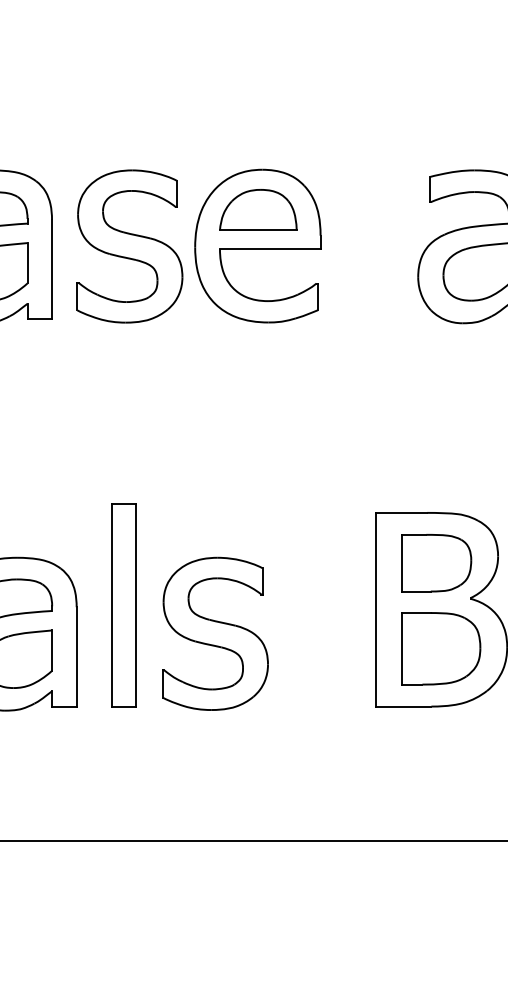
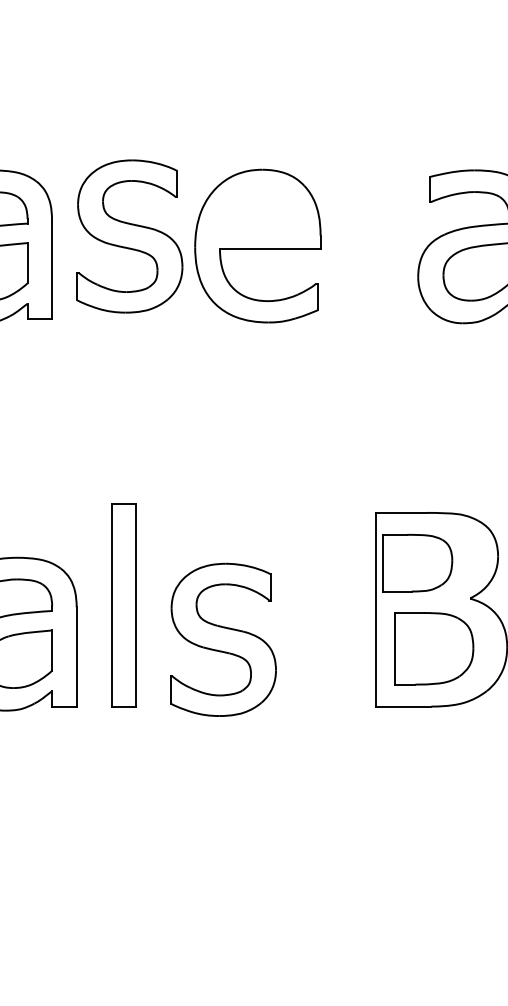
part at (258, 209): present -> none
part at (129, 246) position: (129, 246) -> (129, 236)
part at (436, 563) position: (436, 563) -> (417, 563)
part at (215, 633) position: (215, 633) -> (223, 639)
part at (441, 648) position: (441, 648) -> (434, 648)
line at (253, 841): present -> none
